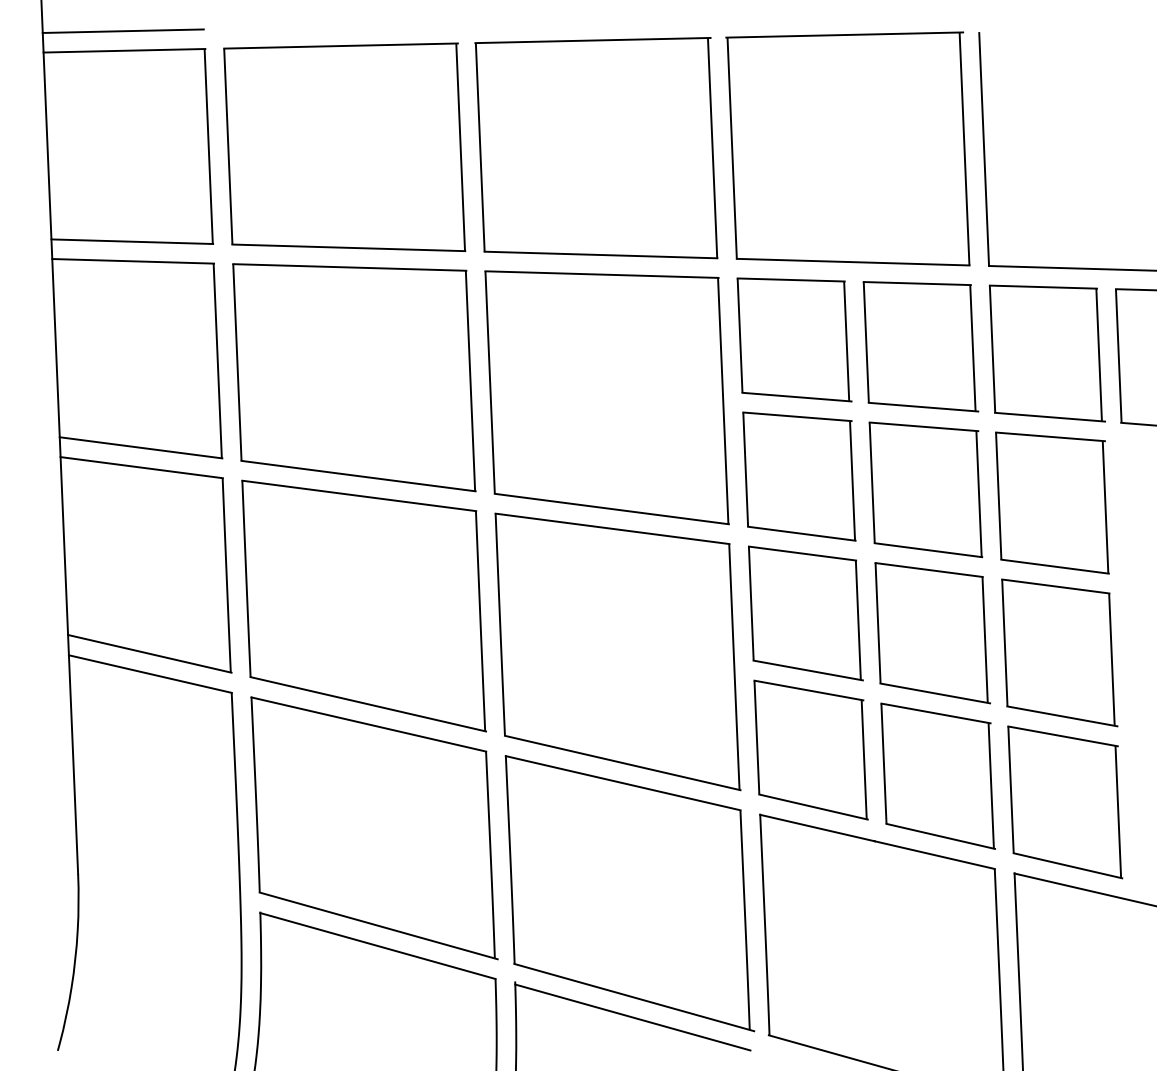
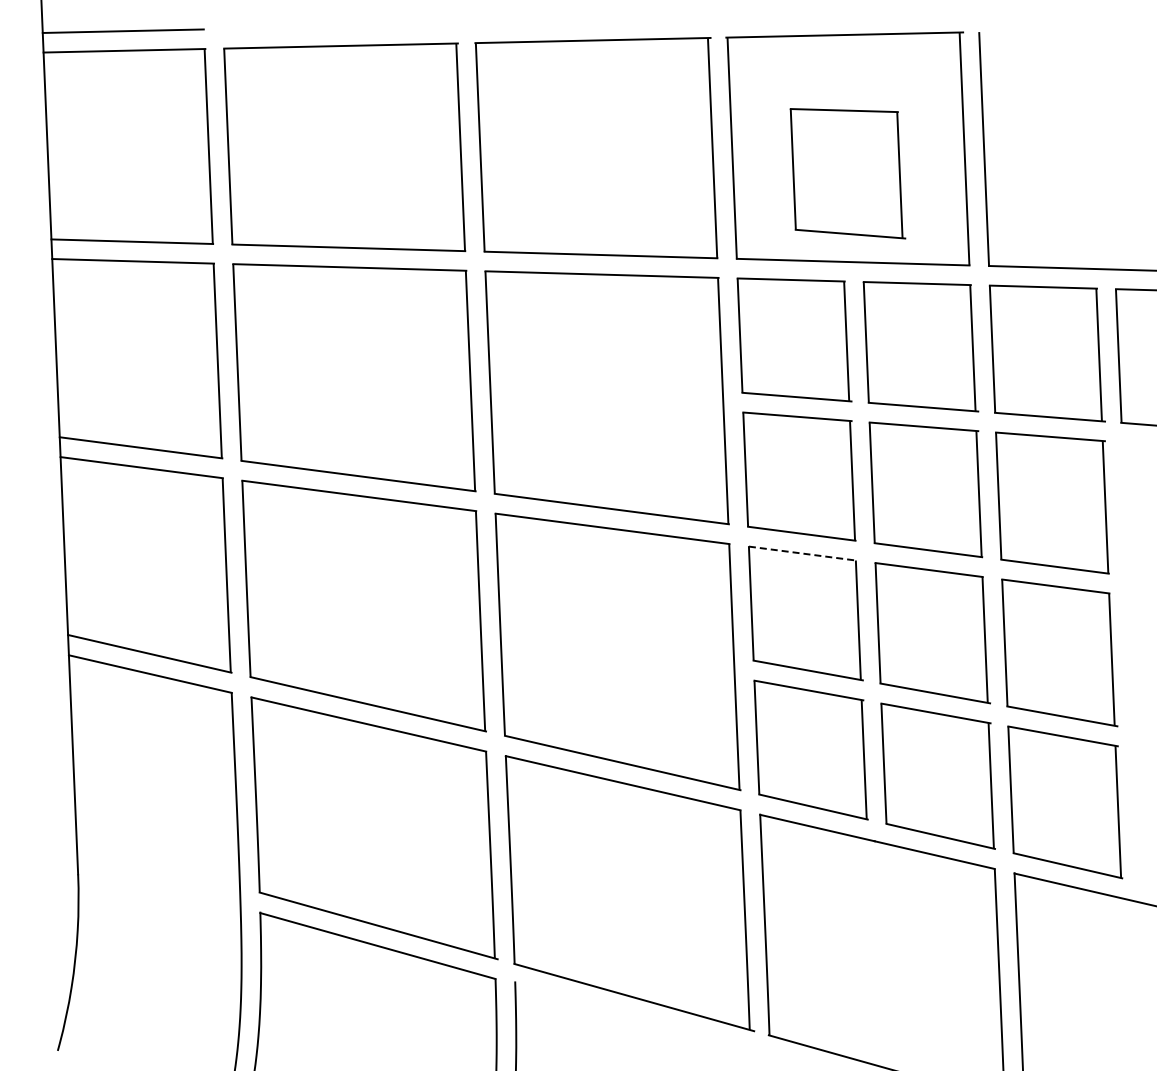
part at (847, 173): none -> present
line at (803, 553): solid -> dashed
line at (632, 1017): present -> none
